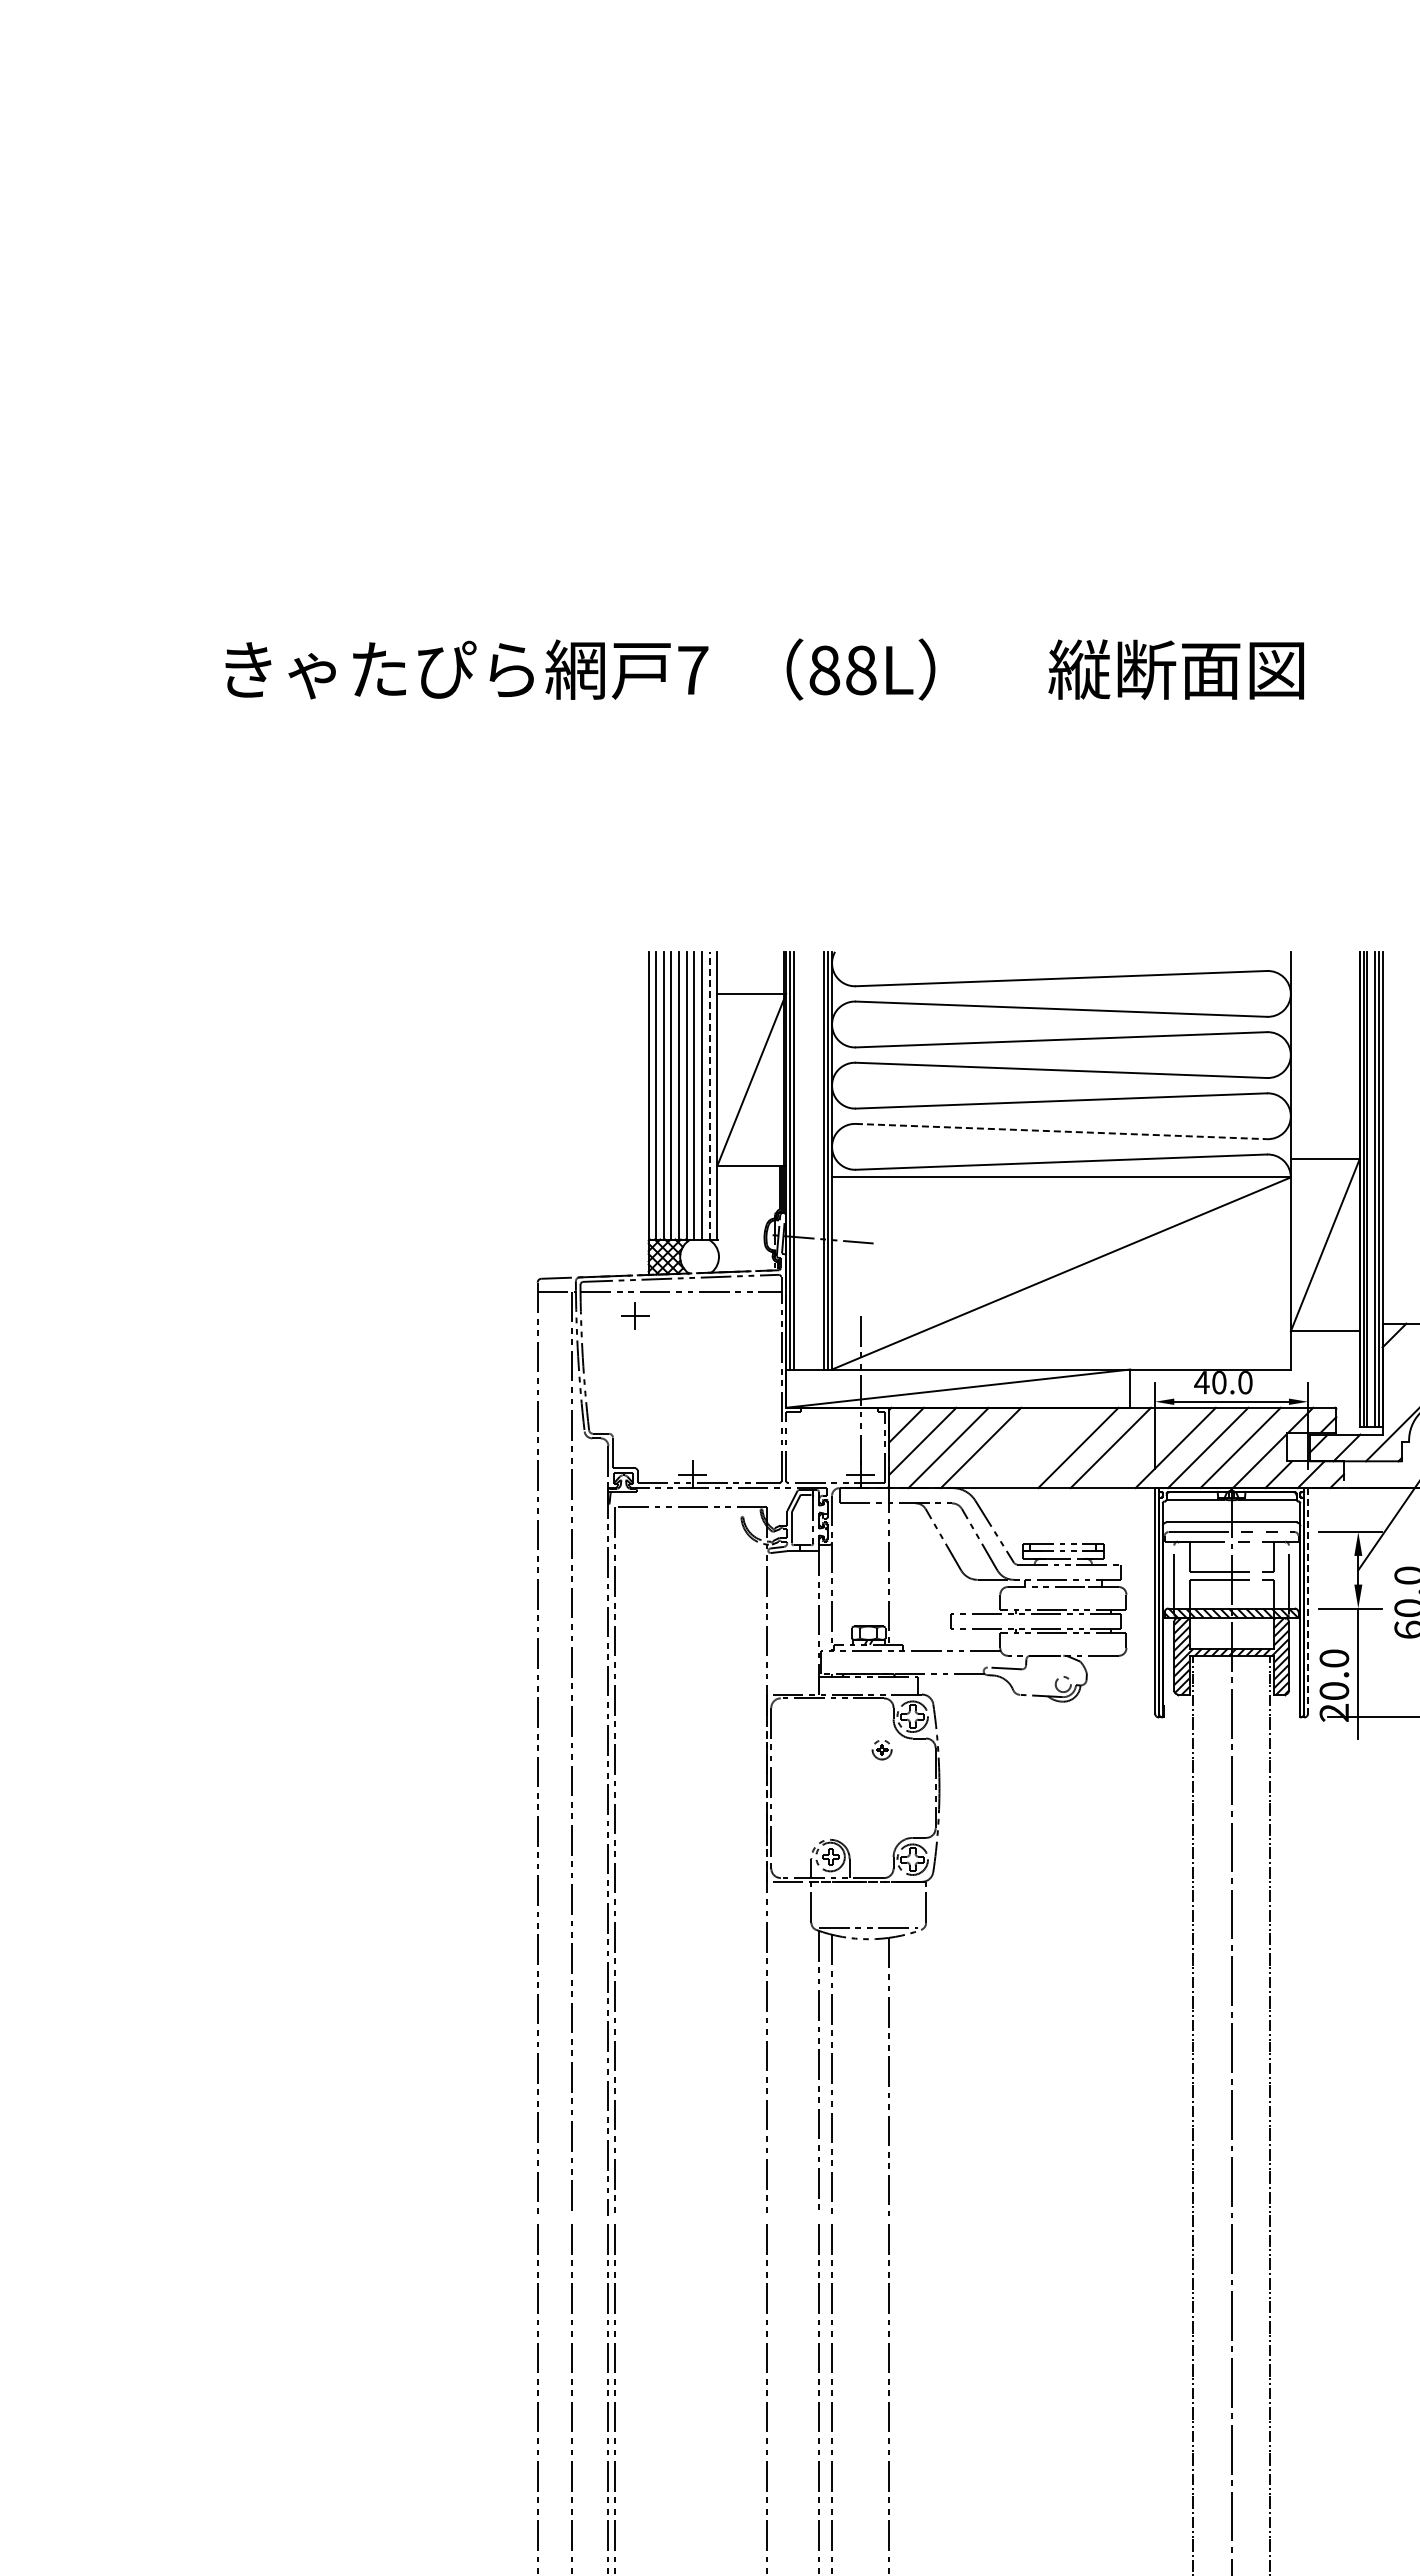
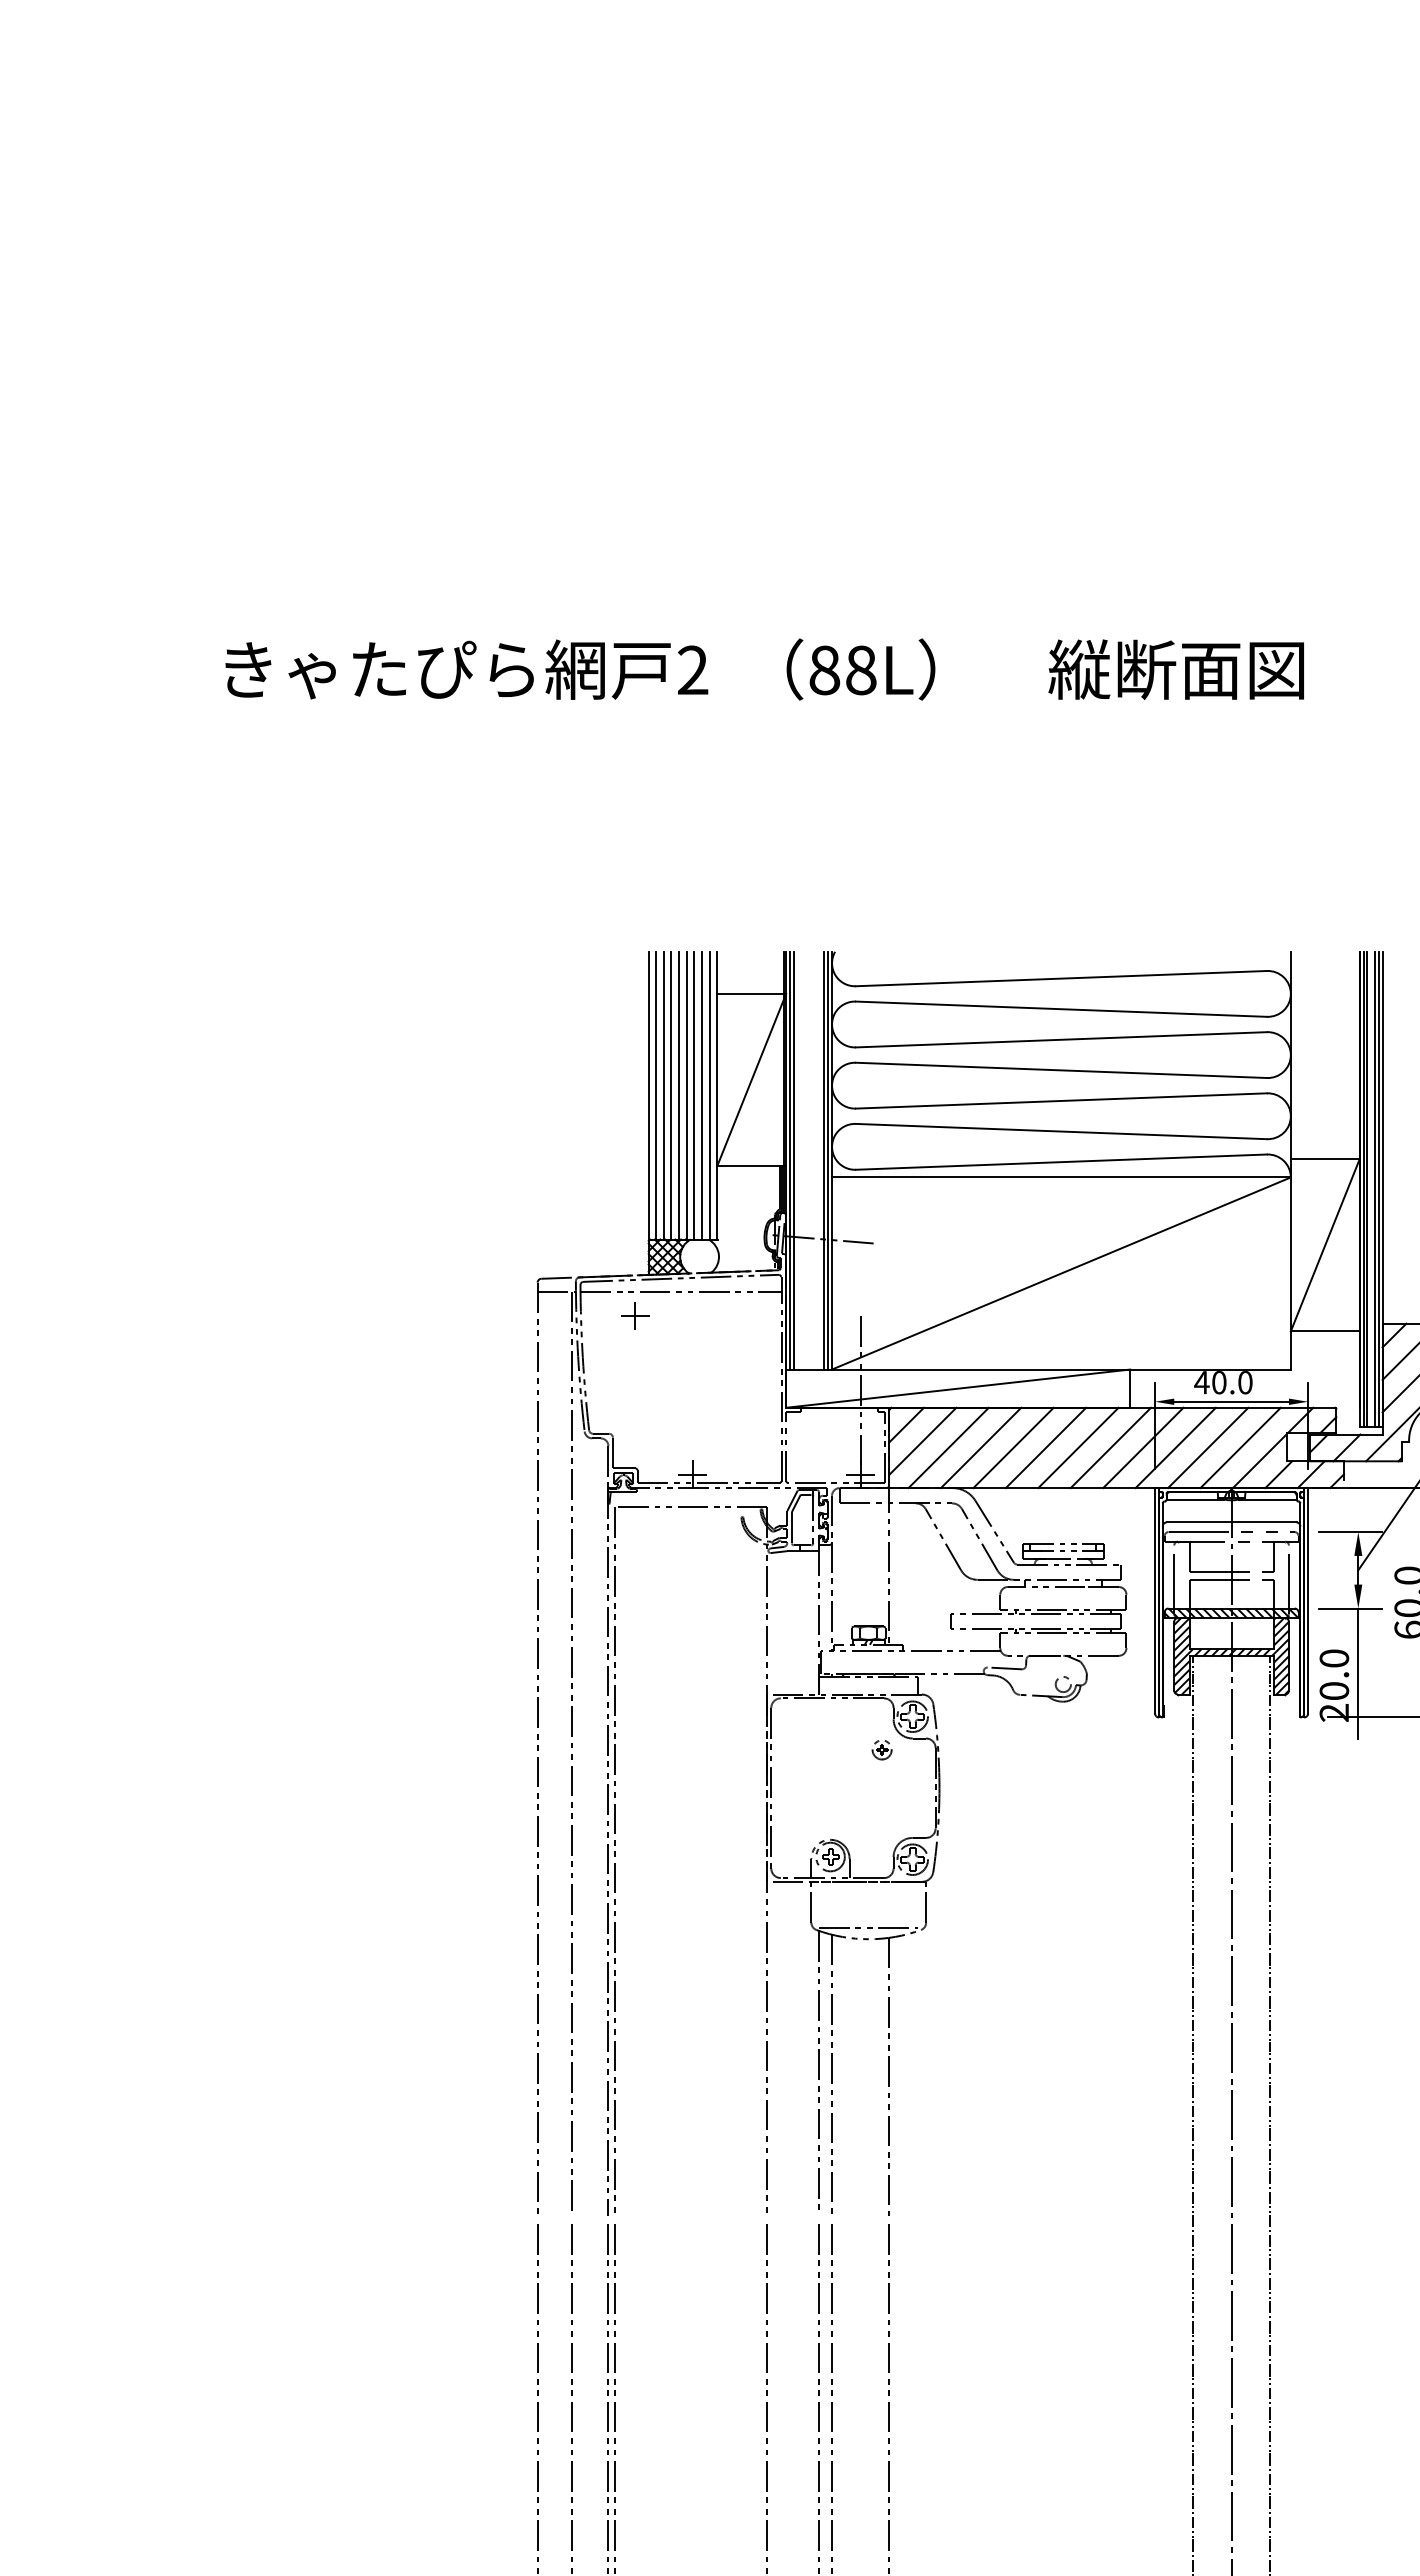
text at (693, 669): 7 -> 2
line at (709, 1095): dashed -> solid
line at (1061, 1131): dashed -> solid
line at (1399, 1362): none -> present
line at (1399, 1395): none -> present
line at (1013, 1447): none -> present
line at (1045, 1447): none -> present
line at (1143, 1447): none -> present
line at (1308, 1600): dashed -> solid
